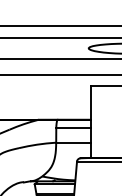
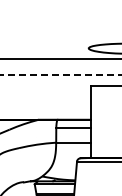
line at (60, 26): present -> none
line at (60, 37): present -> none
line at (61, 75): solid -> dashed
